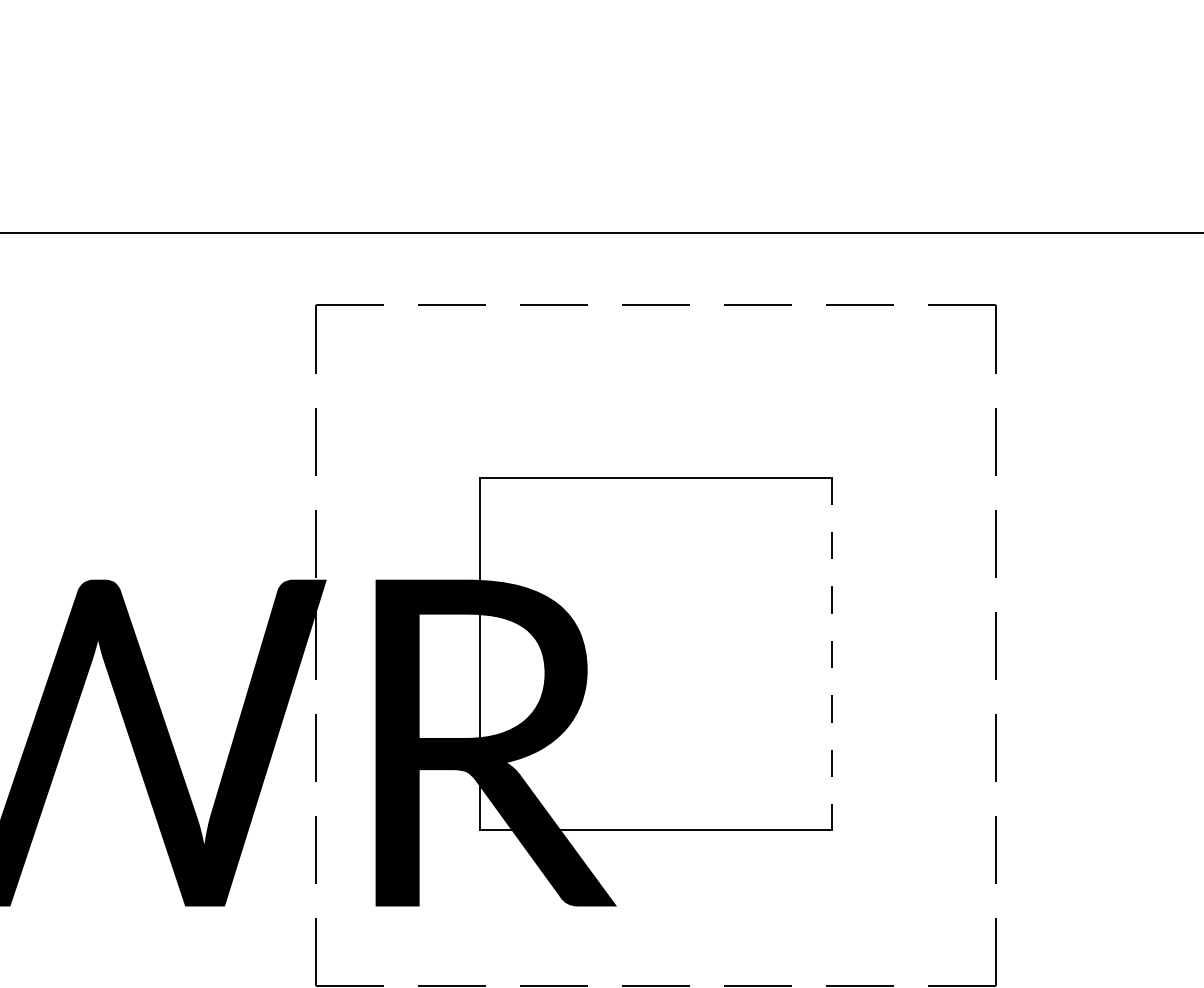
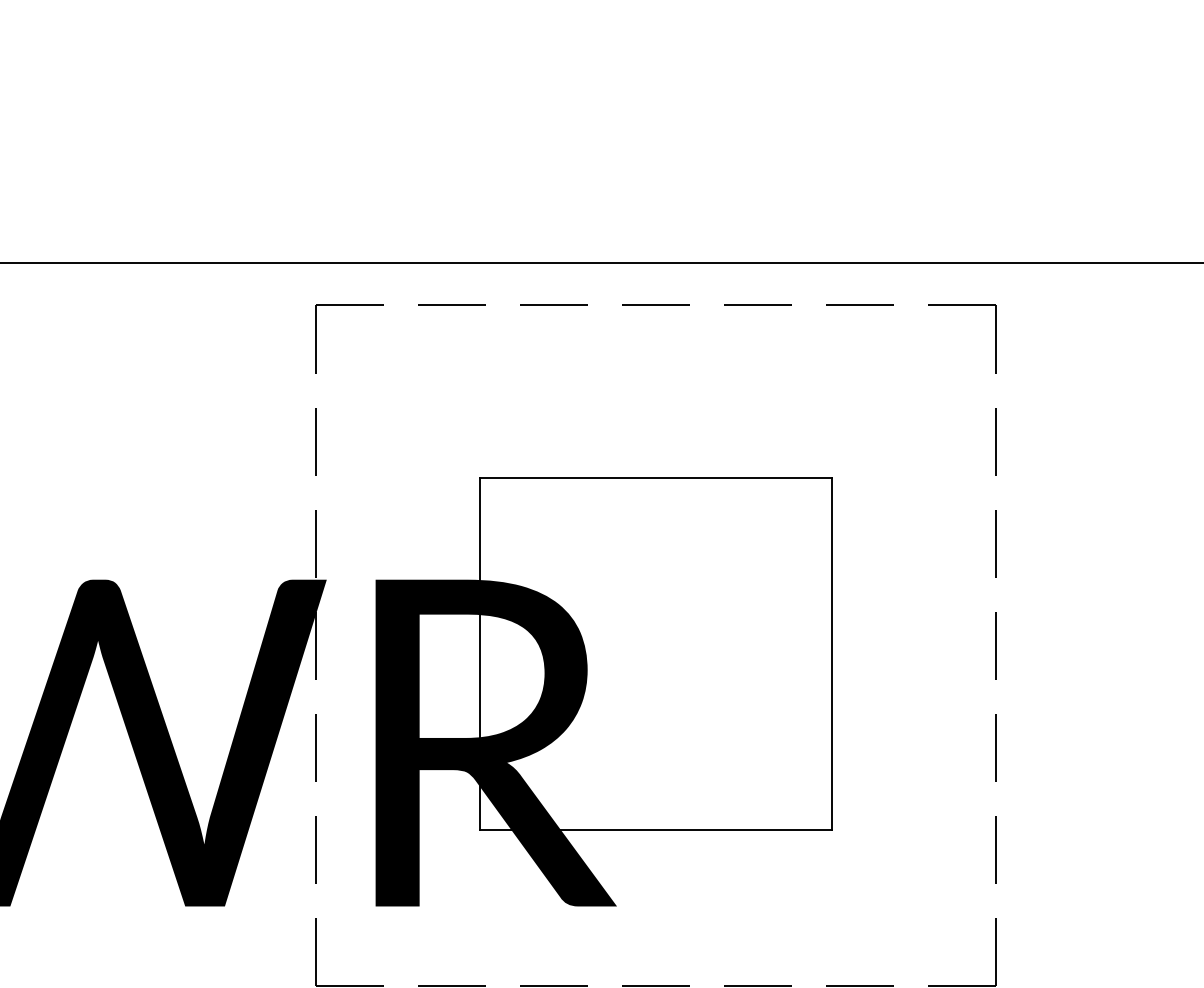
line at (601, 233) position: (601, 233) -> (601, 263)
line at (832, 654): dashed -> solid
